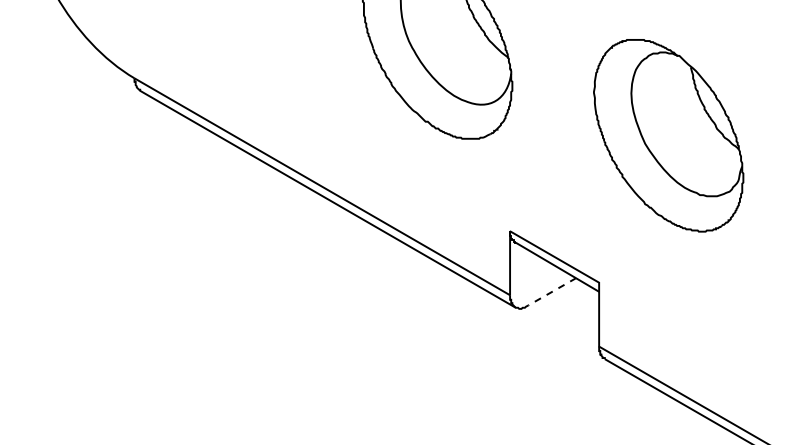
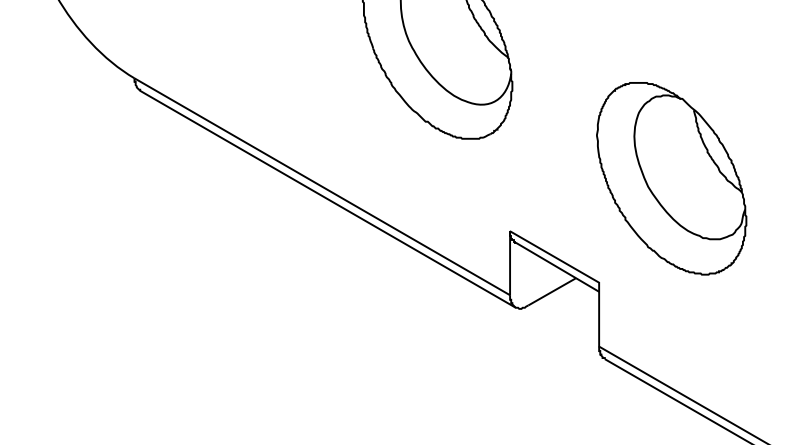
part at (668, 135) position: (668, 135) -> (671, 178)
line at (552, 291): dashed -> solid
